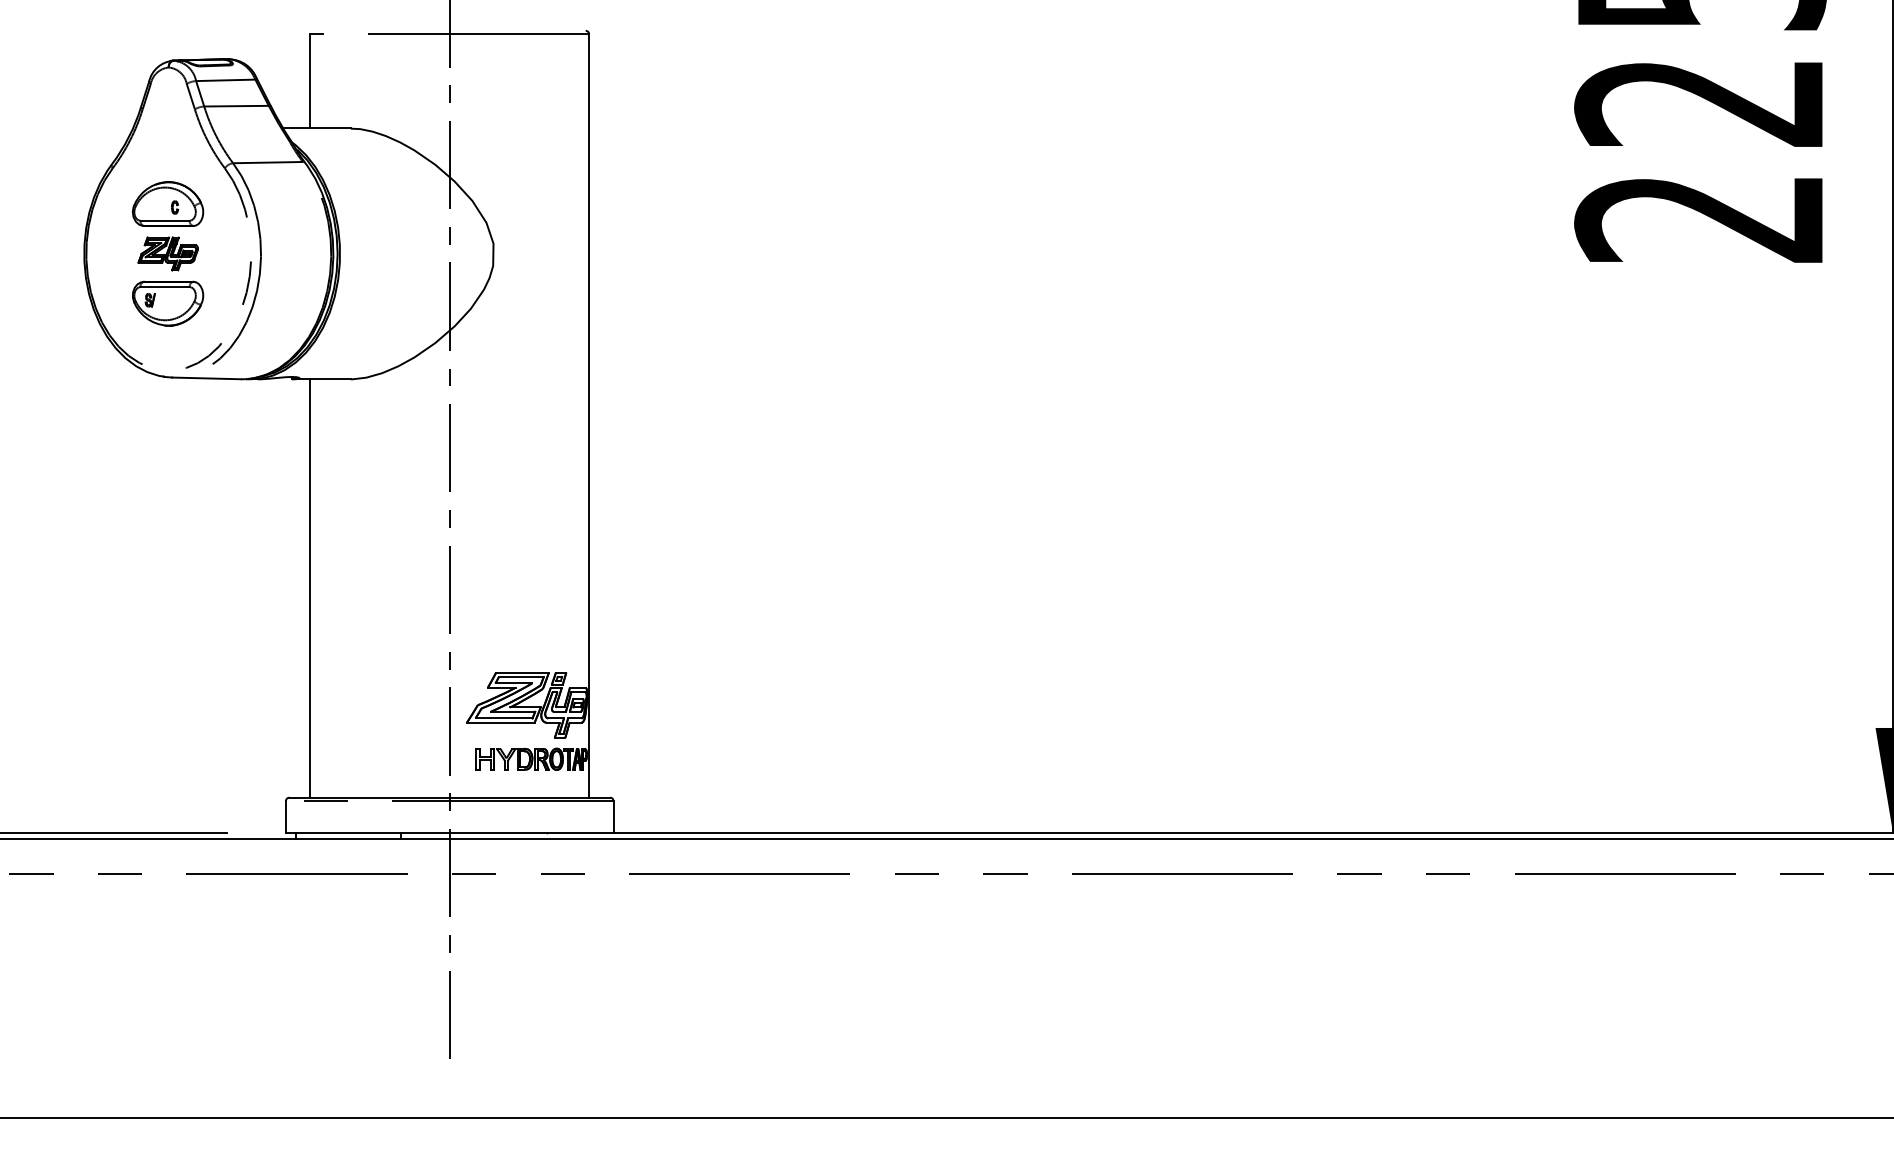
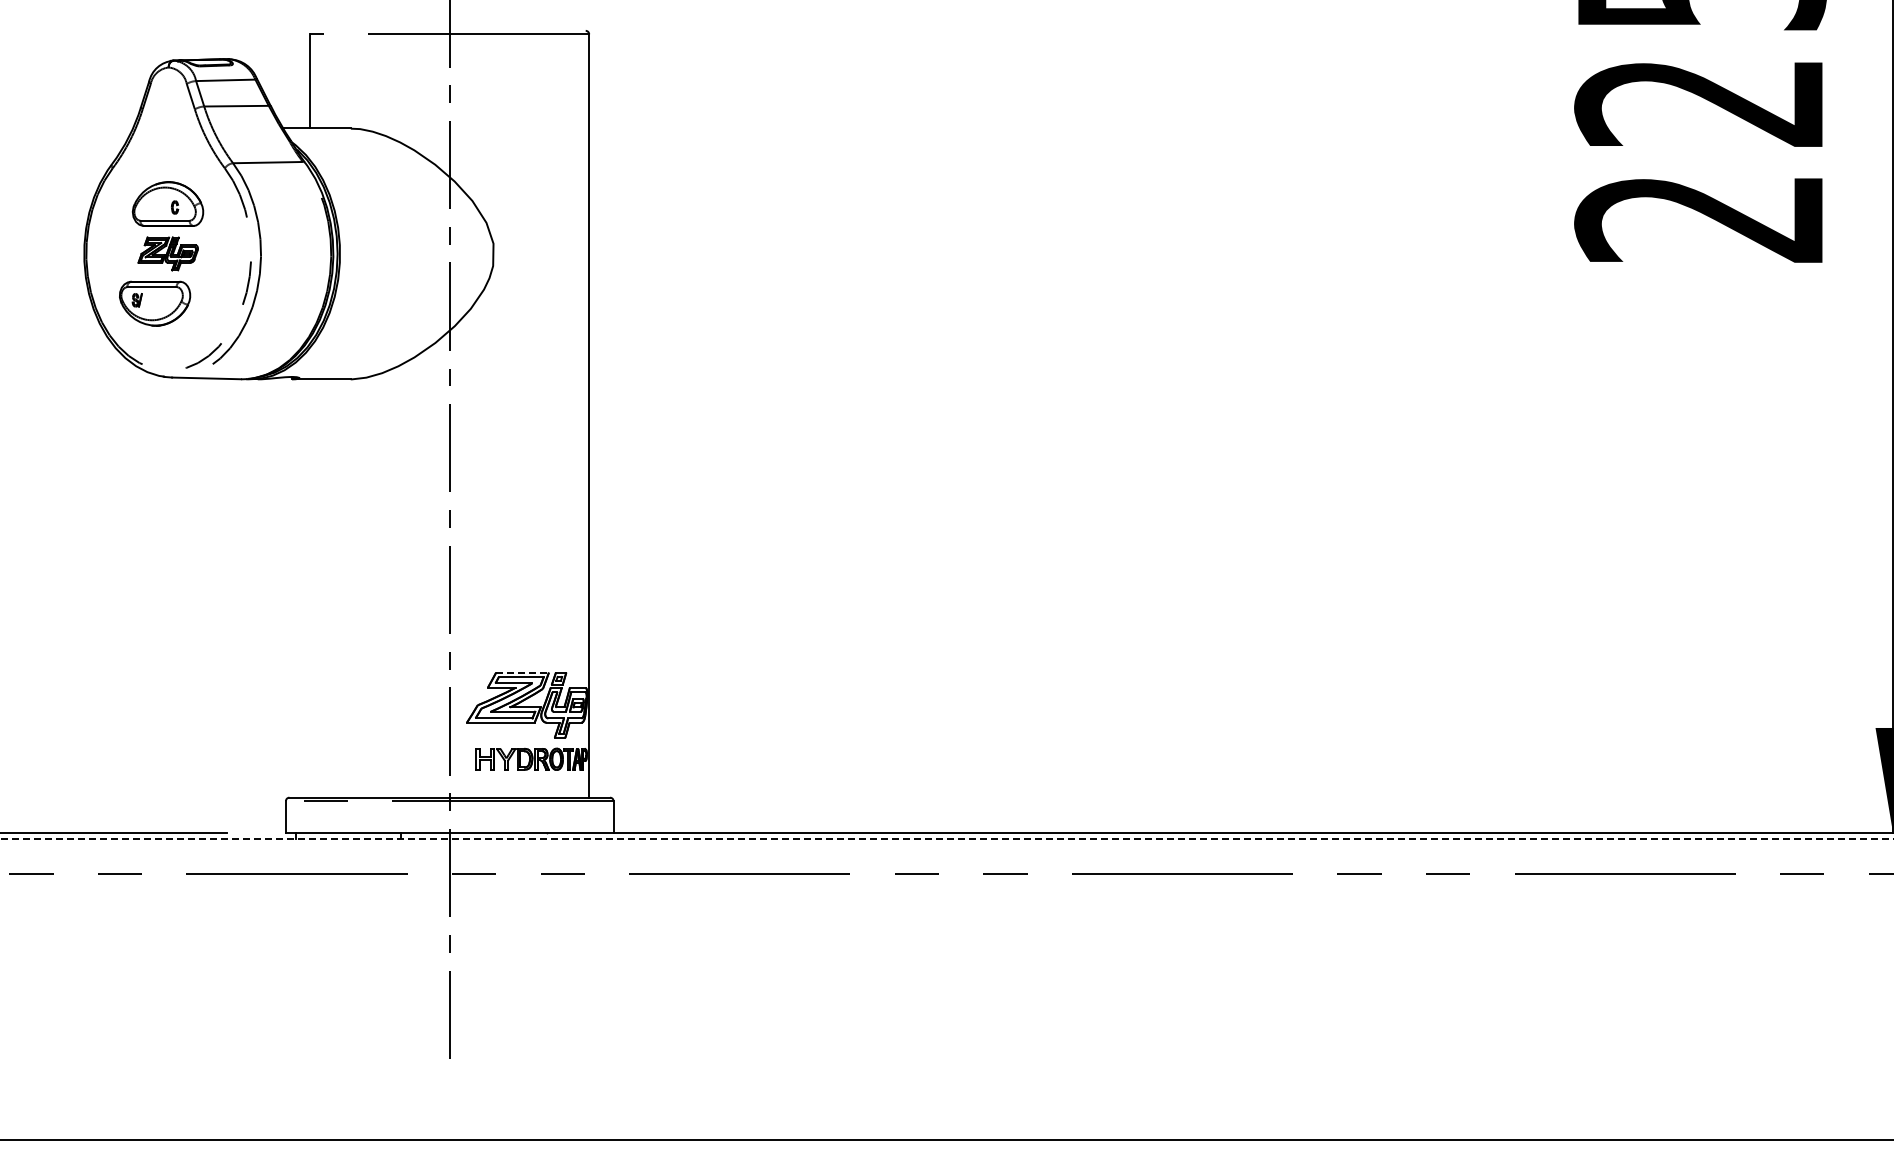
part at (168, 303) position: (168, 303) -> (155, 303)
line at (310, 588): present -> none
line at (523, 672): solid -> dashed
line at (947, 838): solid -> dashed
line at (946, 1117) position: (946, 1117) -> (946, 1139)
